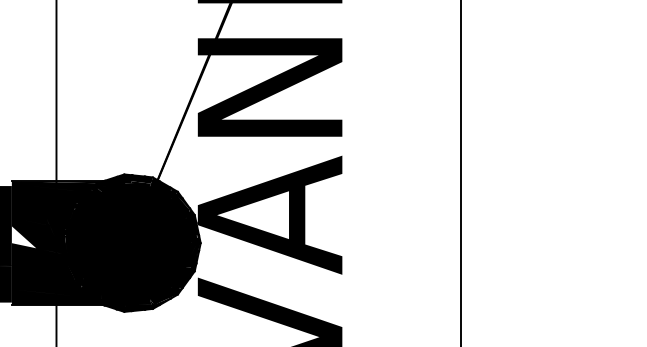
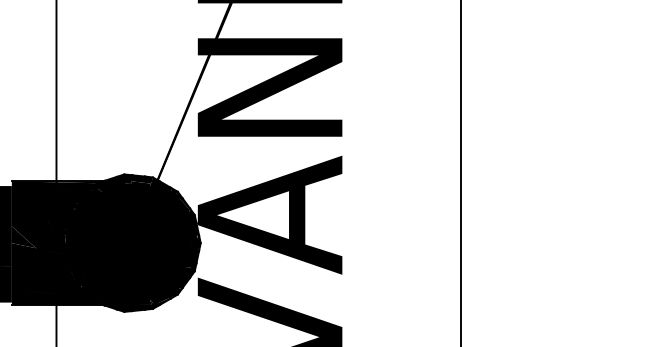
fill at (23, 237): none -> present
